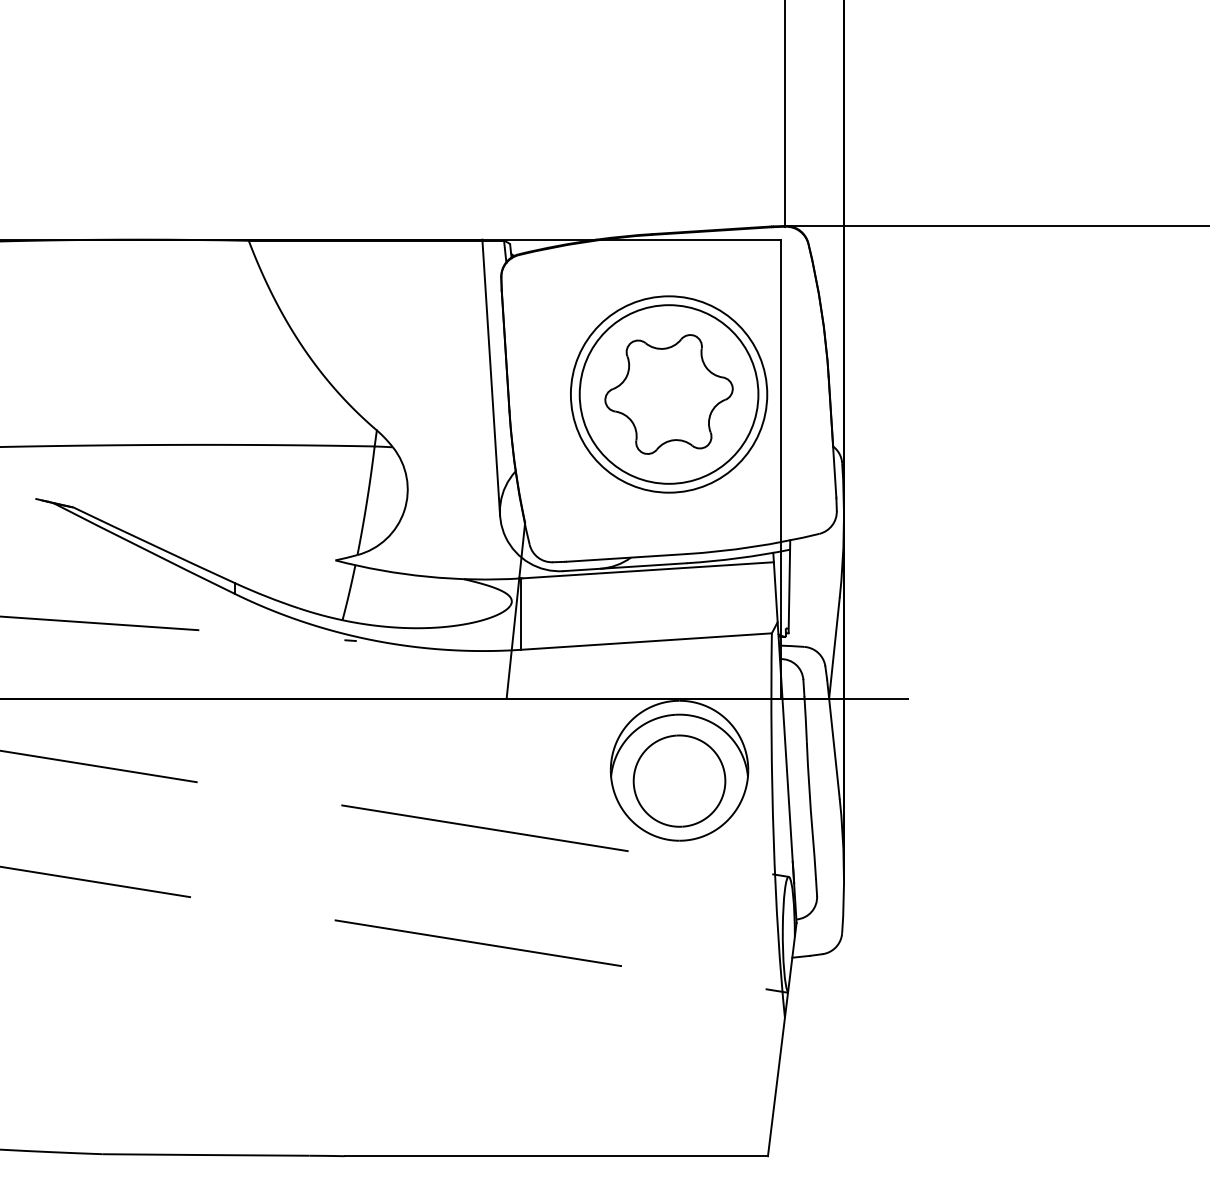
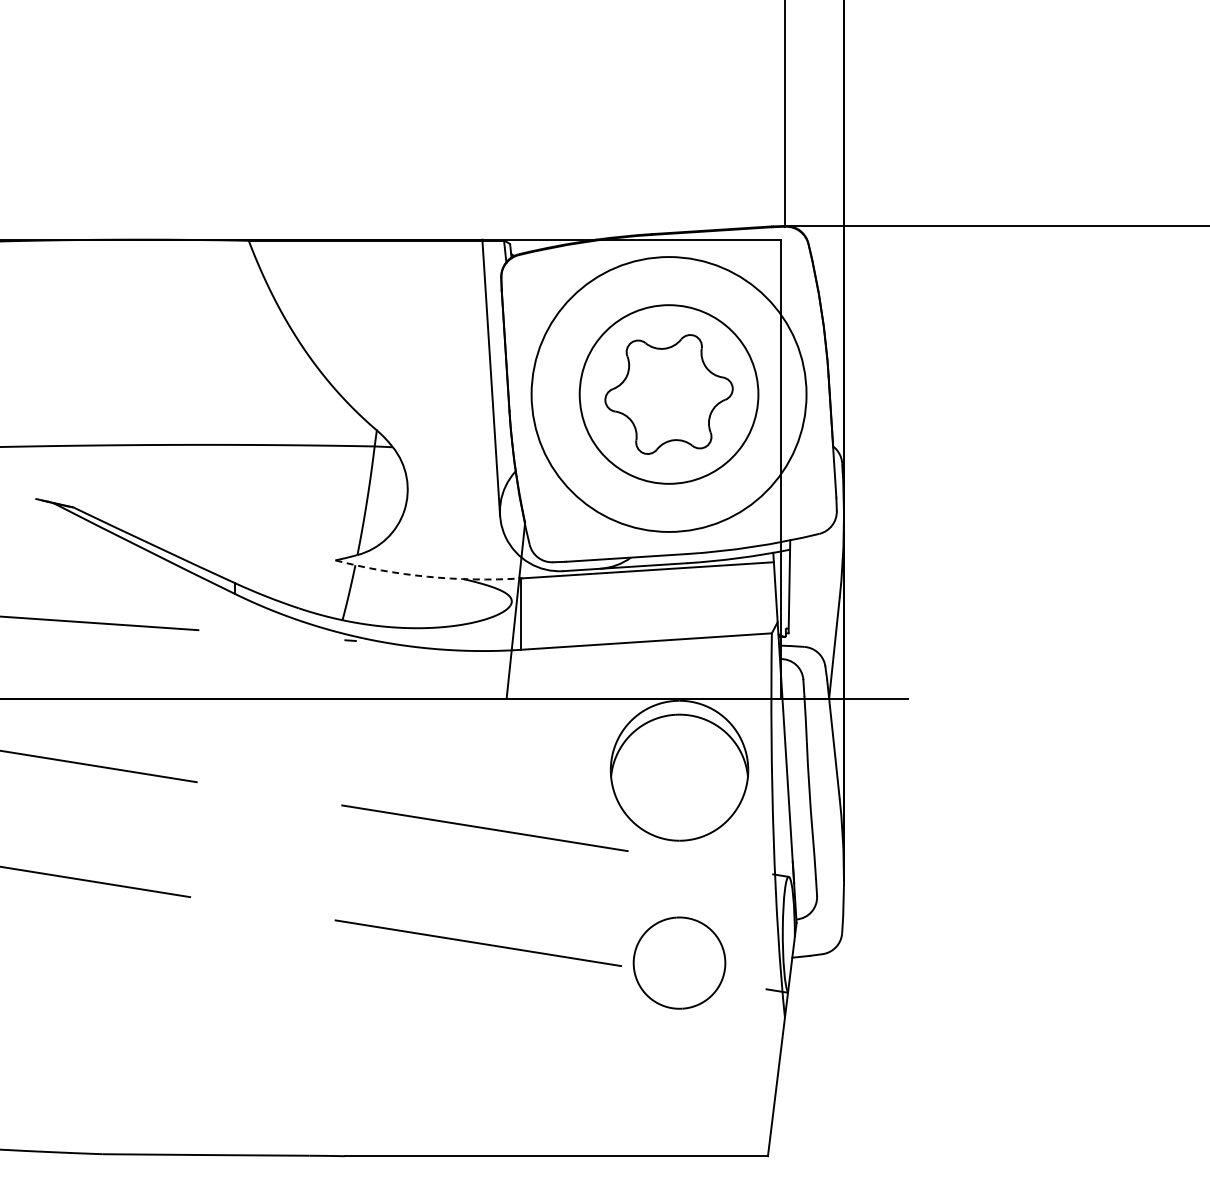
circle at (668, 394) diameter: 196 px -> 275 px
arc at (427, 576): solid -> dashed
part at (679, 780) position: (679, 780) -> (679, 962)
